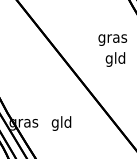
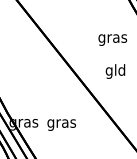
text at (115, 59) position: (115, 59) -> (115, 71)
text at (61, 123): gld -> gras
